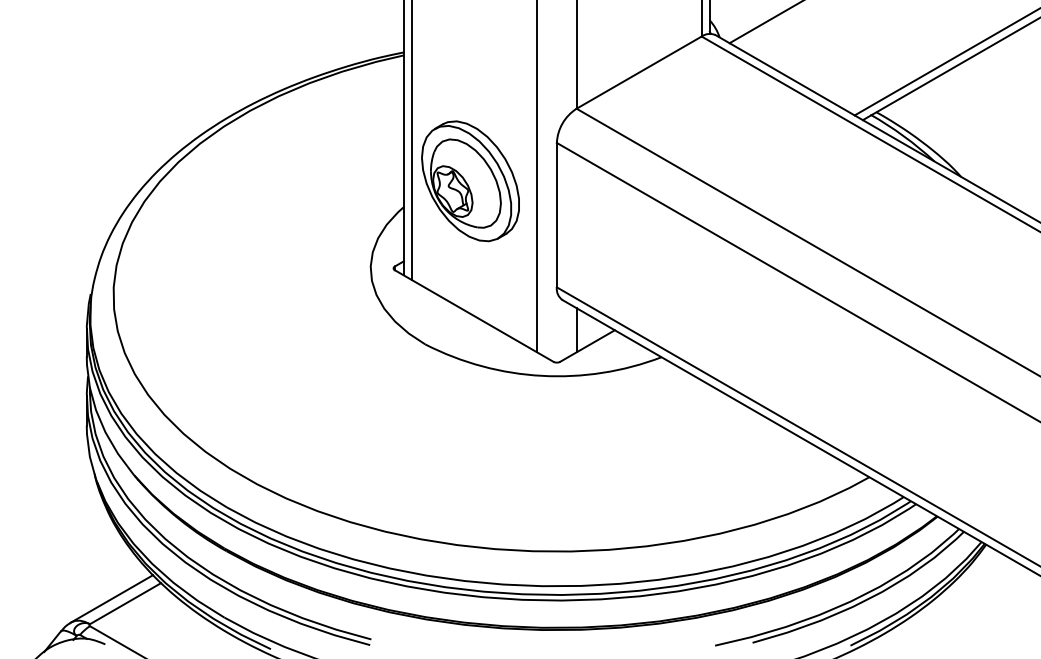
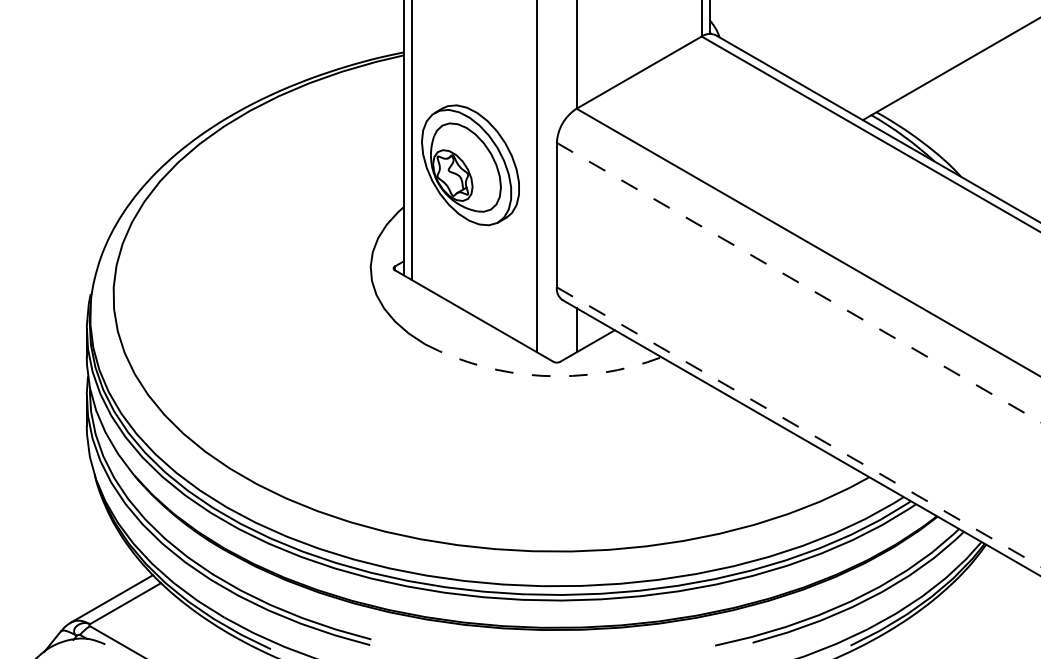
line at (764, 22): present -> none
line at (945, 62): present -> none
part at (470, 181) position: (470, 181) -> (470, 165)
line at (799, 282): solid -> dashed
arc at (542, 375): solid -> dashed
line at (799, 427): solid -> dashed
